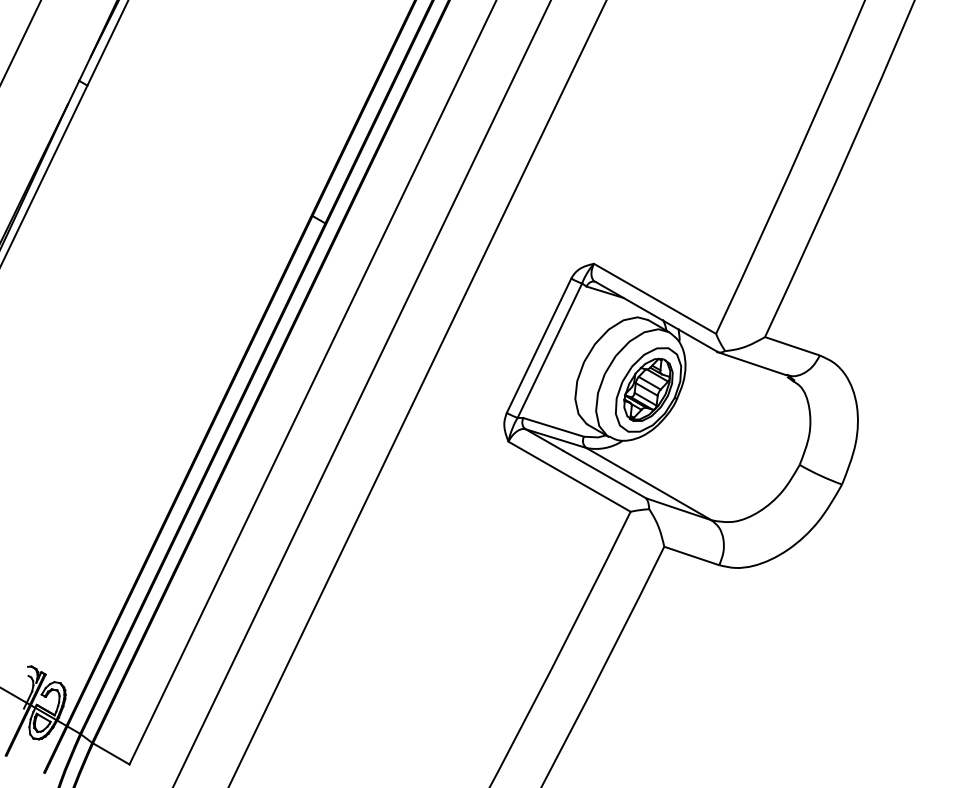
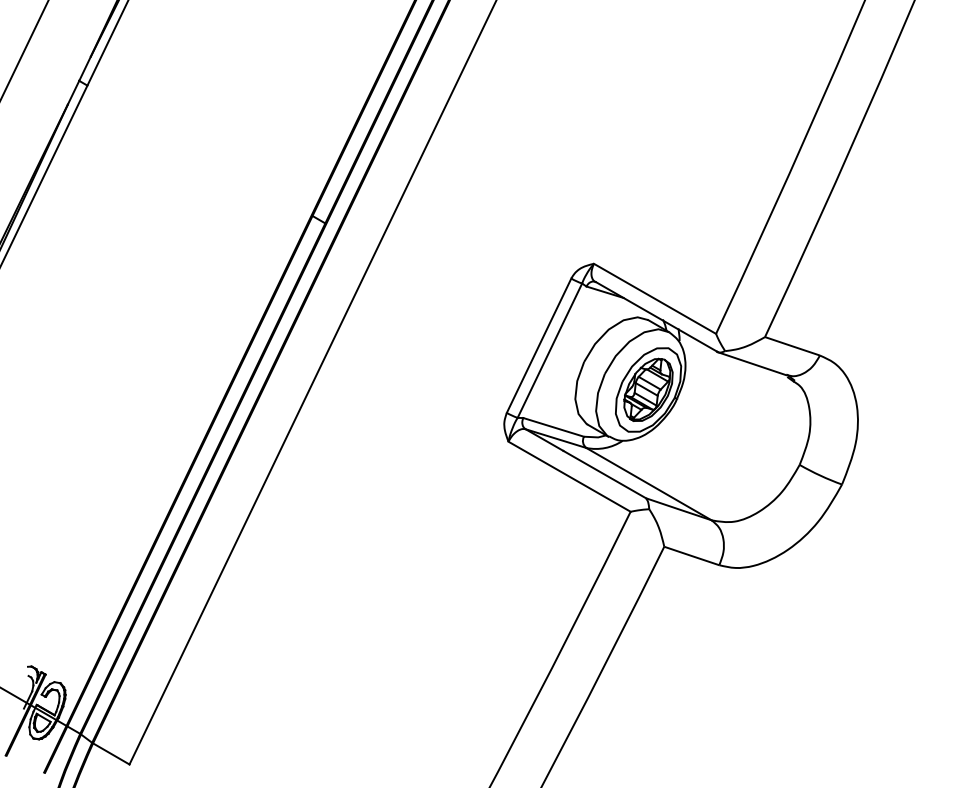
line at (21, 41) position: (21, 41) -> (24, 49)
line at (361, 393): present -> none
line at (417, 393): present -> none
